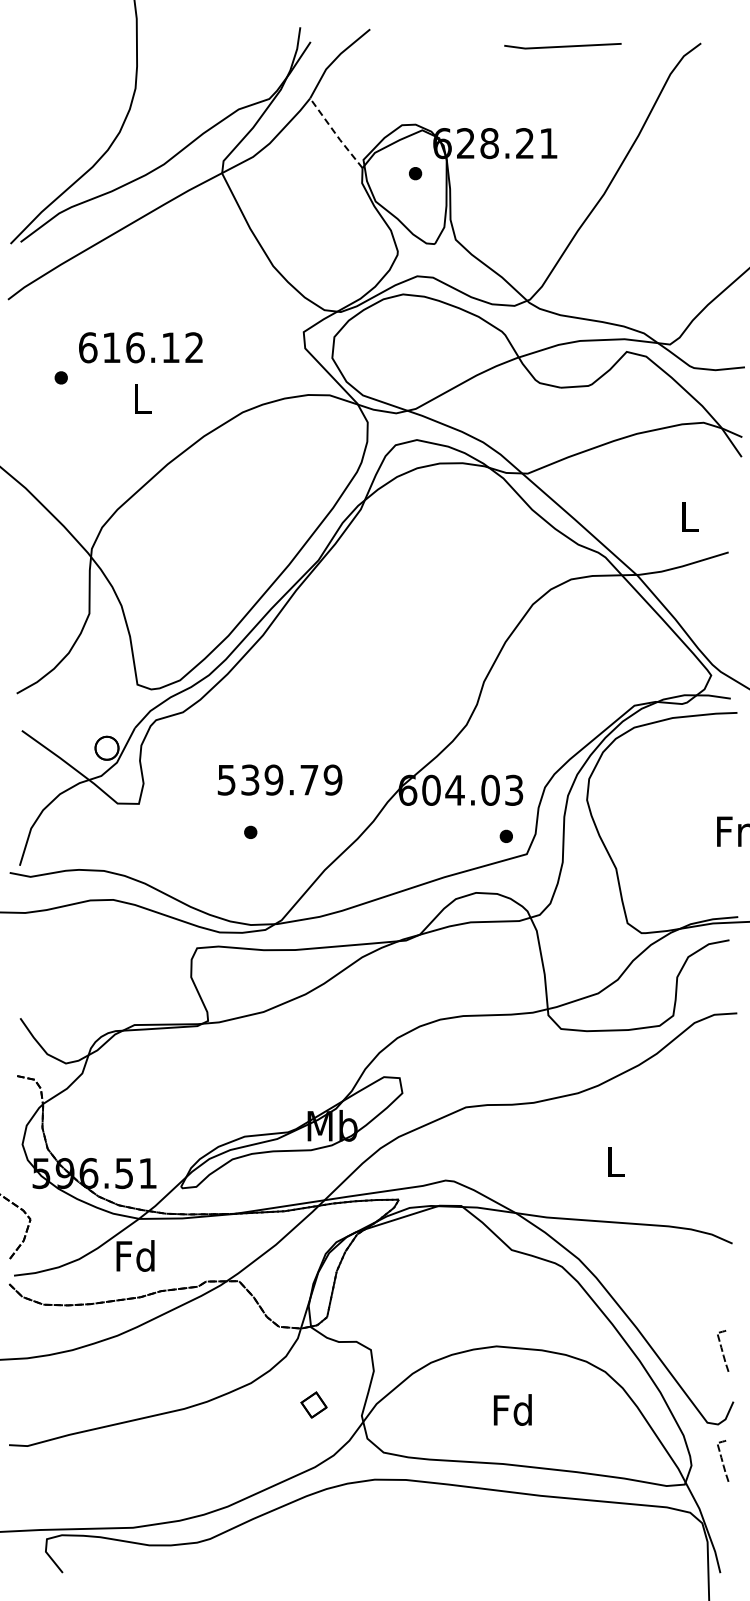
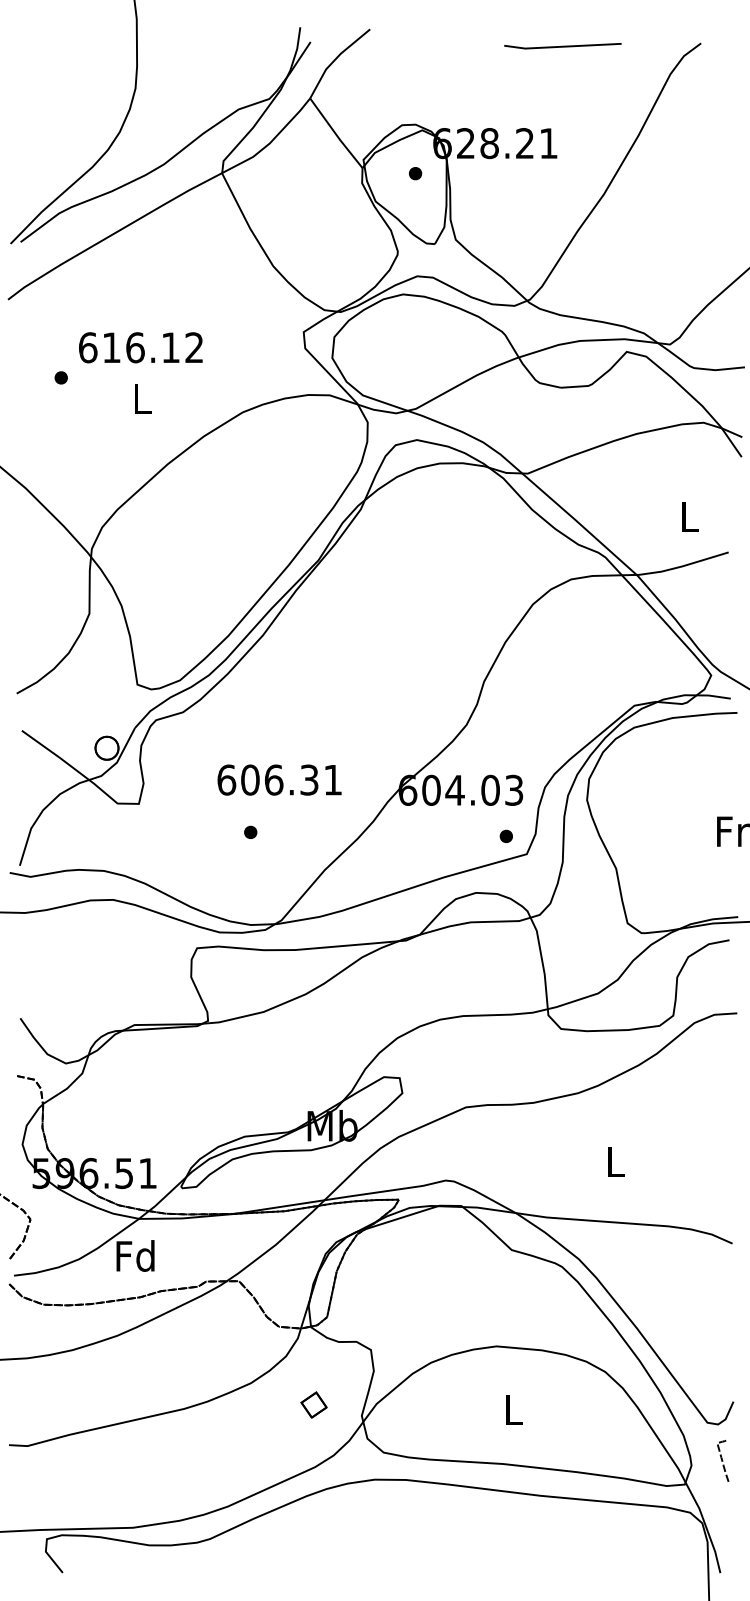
line at (335, 133): dashed -> solid
text at (279, 779): 539.79 -> 606.31
curve at (723, 1350): present -> none
text at (512, 1409): Fd -> L
